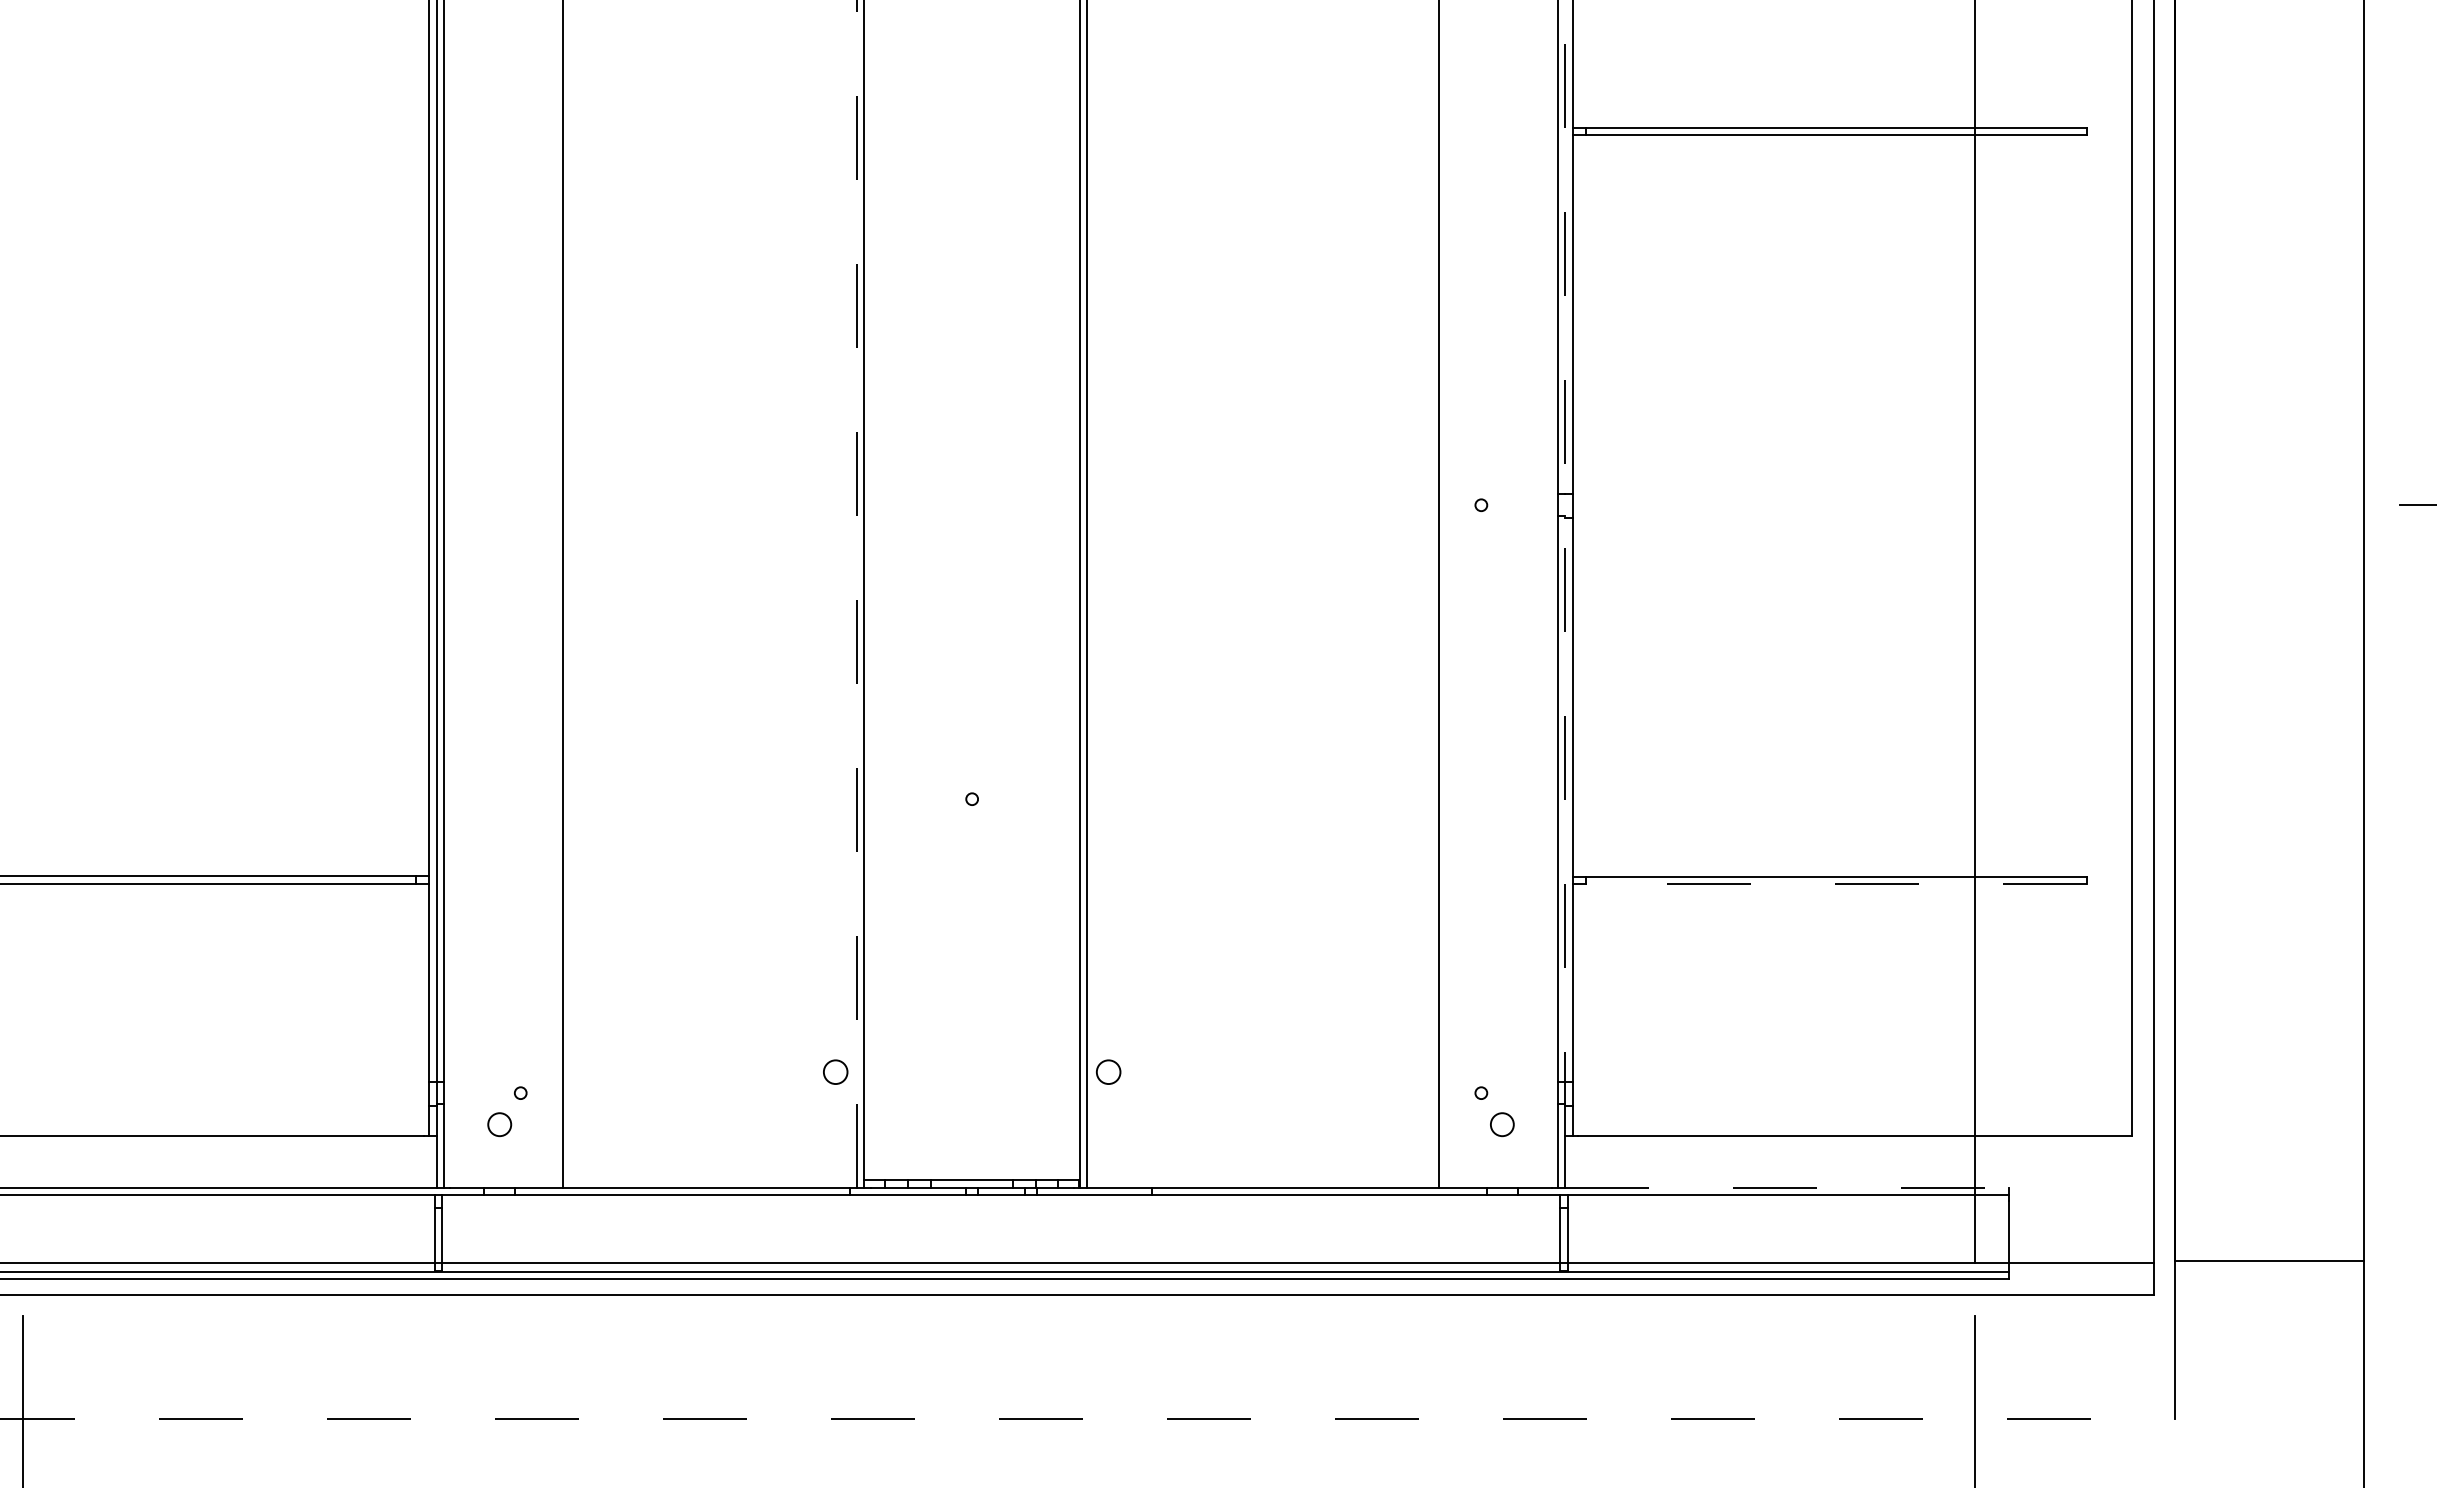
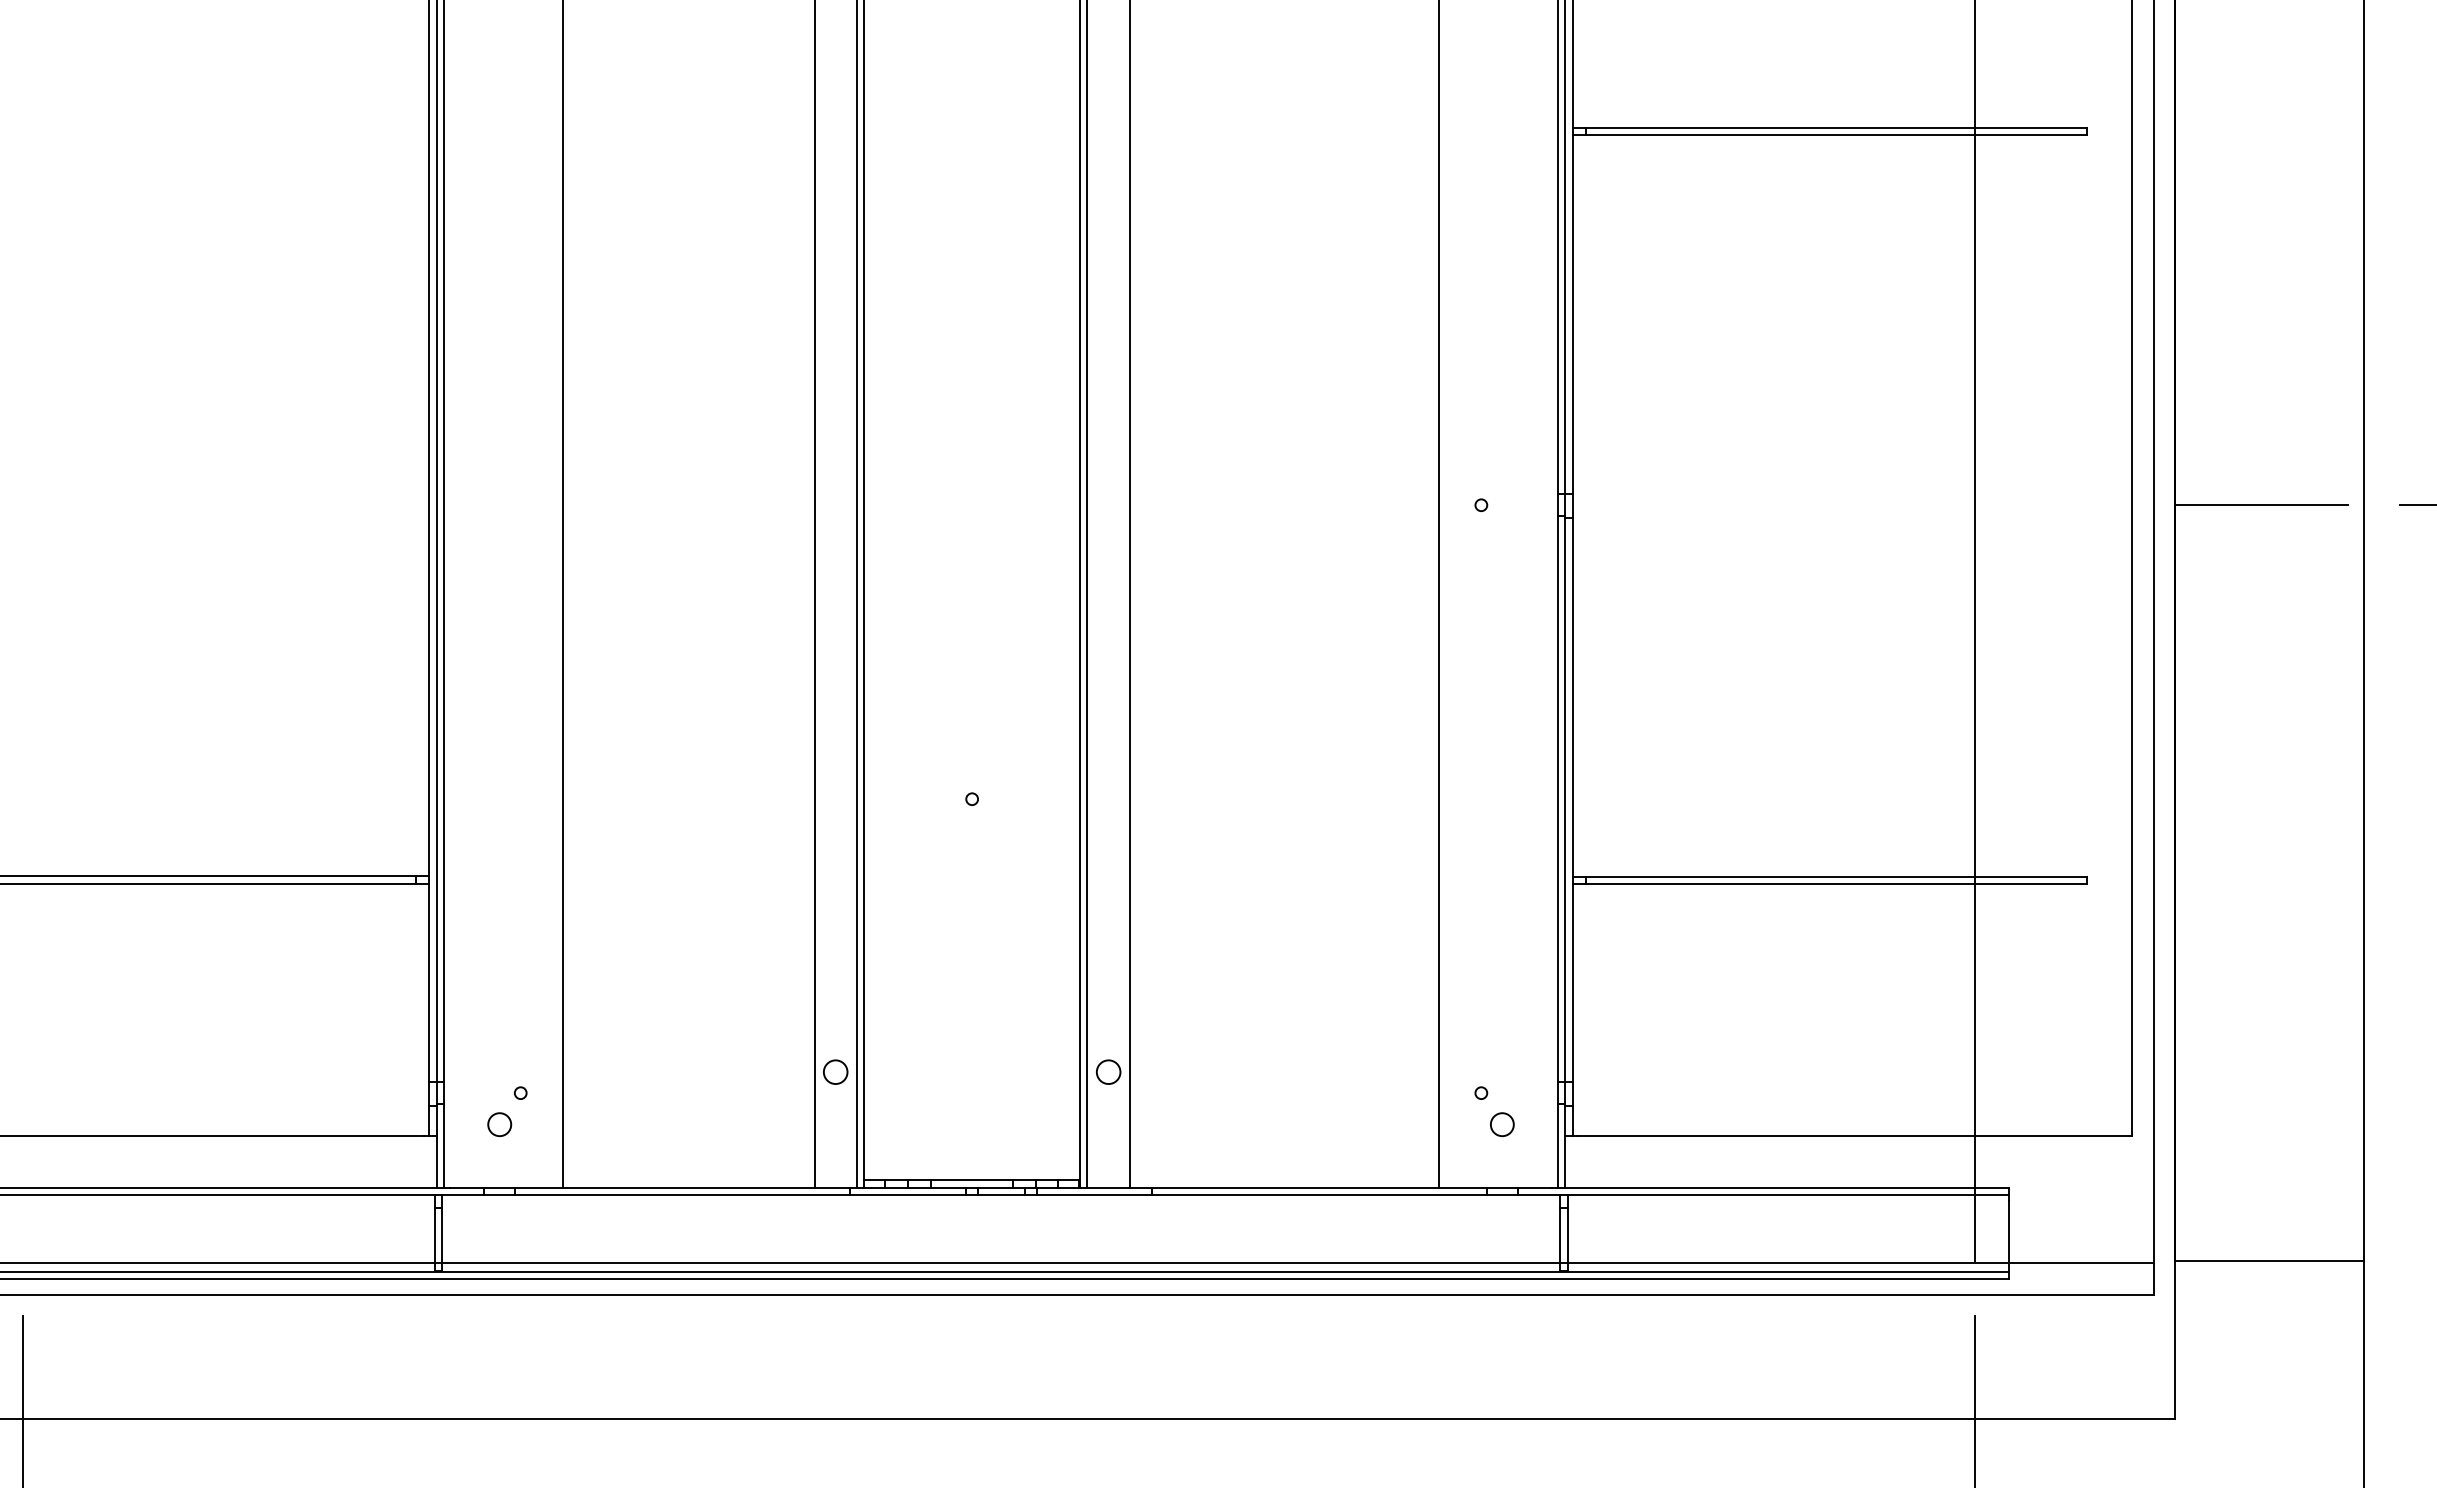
line at (2260, 505): none -> present
line at (1565, 567): dashed -> solid
line at (856, 593): dashed -> solid
line at (814, 594): none -> present
line at (1129, 594): none -> present
line at (1836, 883): dashed -> solid
line at (1787, 1187): dashed -> solid
line at (1088, 1418): dashed -> solid
